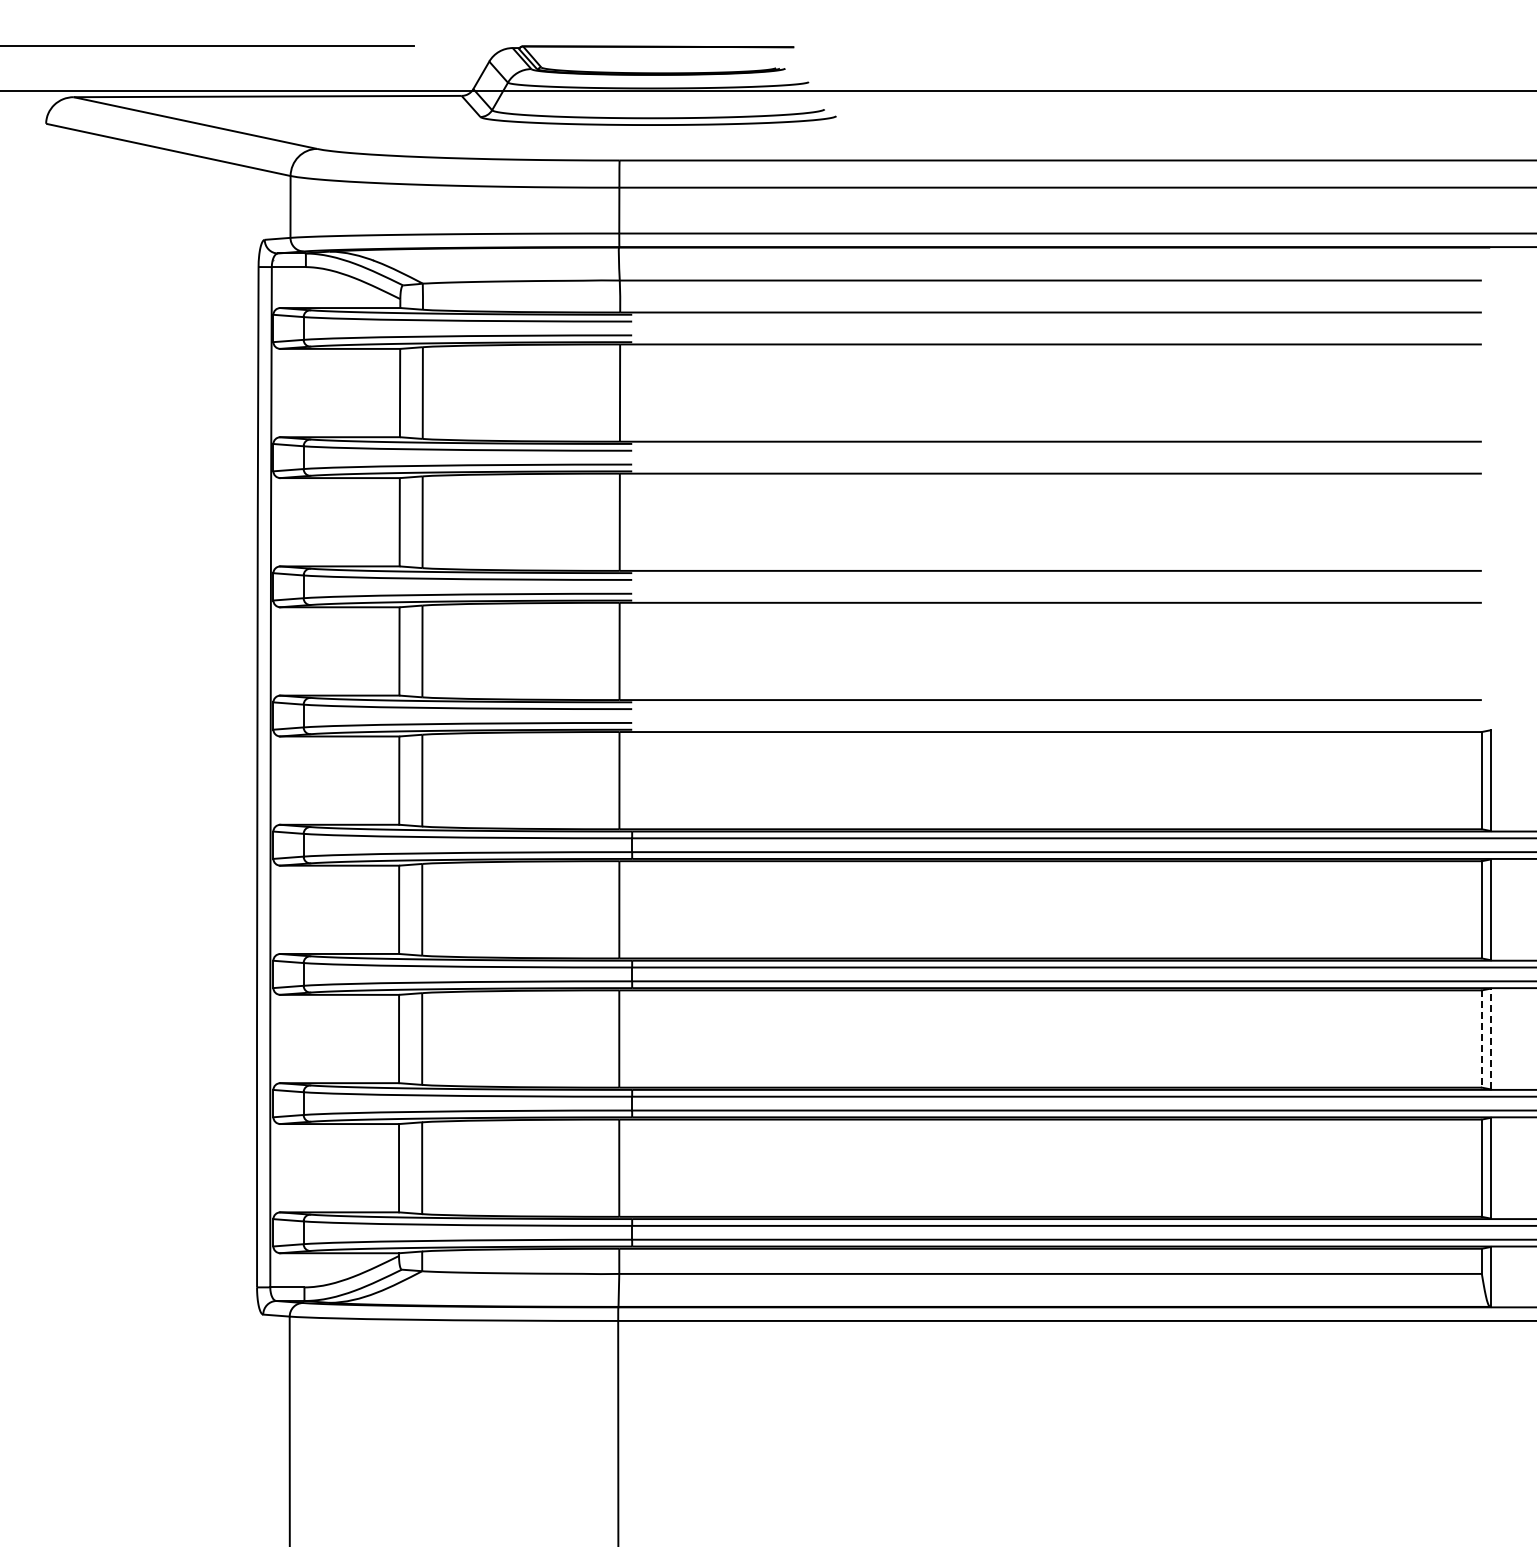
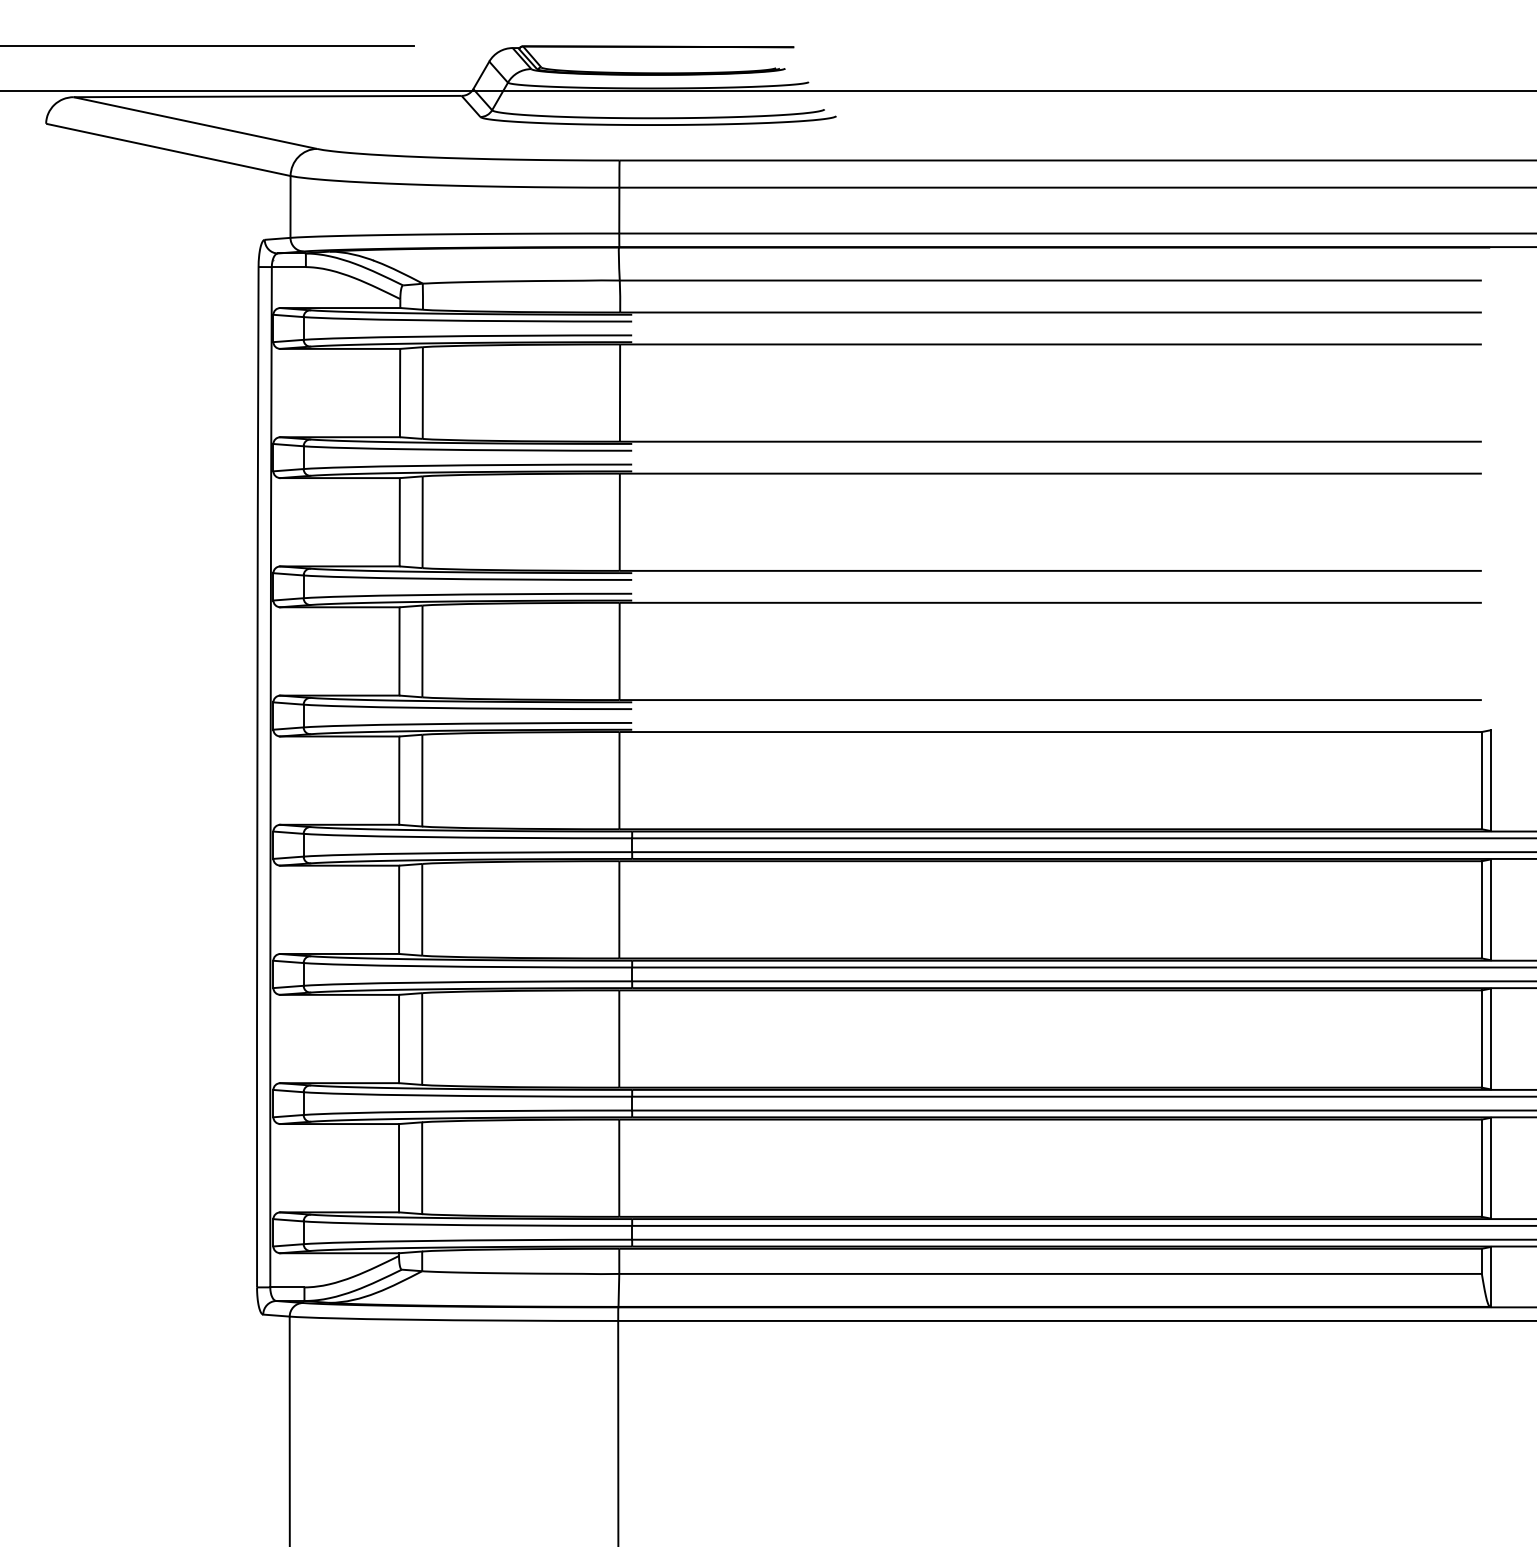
line at (1490, 1038): dashed -> solid
line at (1481, 1039): dashed -> solid
